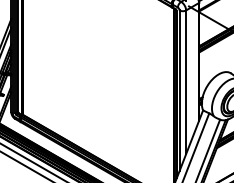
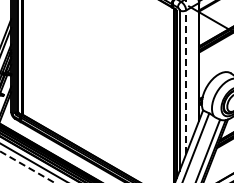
line at (186, 82): solid -> dashed
line at (27, 167): solid -> dashed
